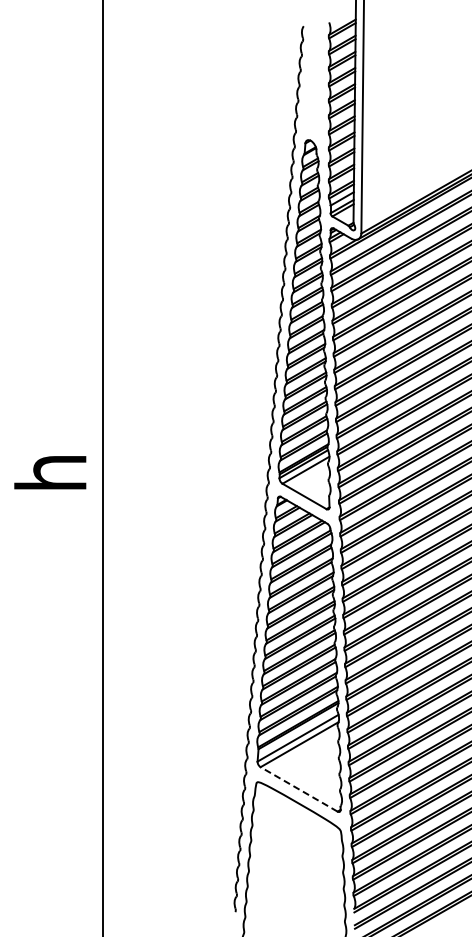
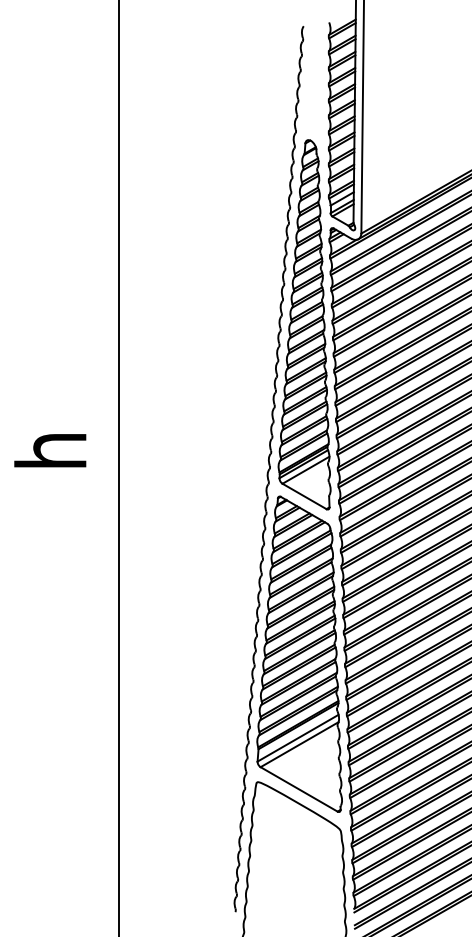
line at (103, 467) position: (103, 467) -> (119, 467)
text at (50, 472) position: (50, 472) -> (50, 450)
line at (298, 789): dashed -> solid
